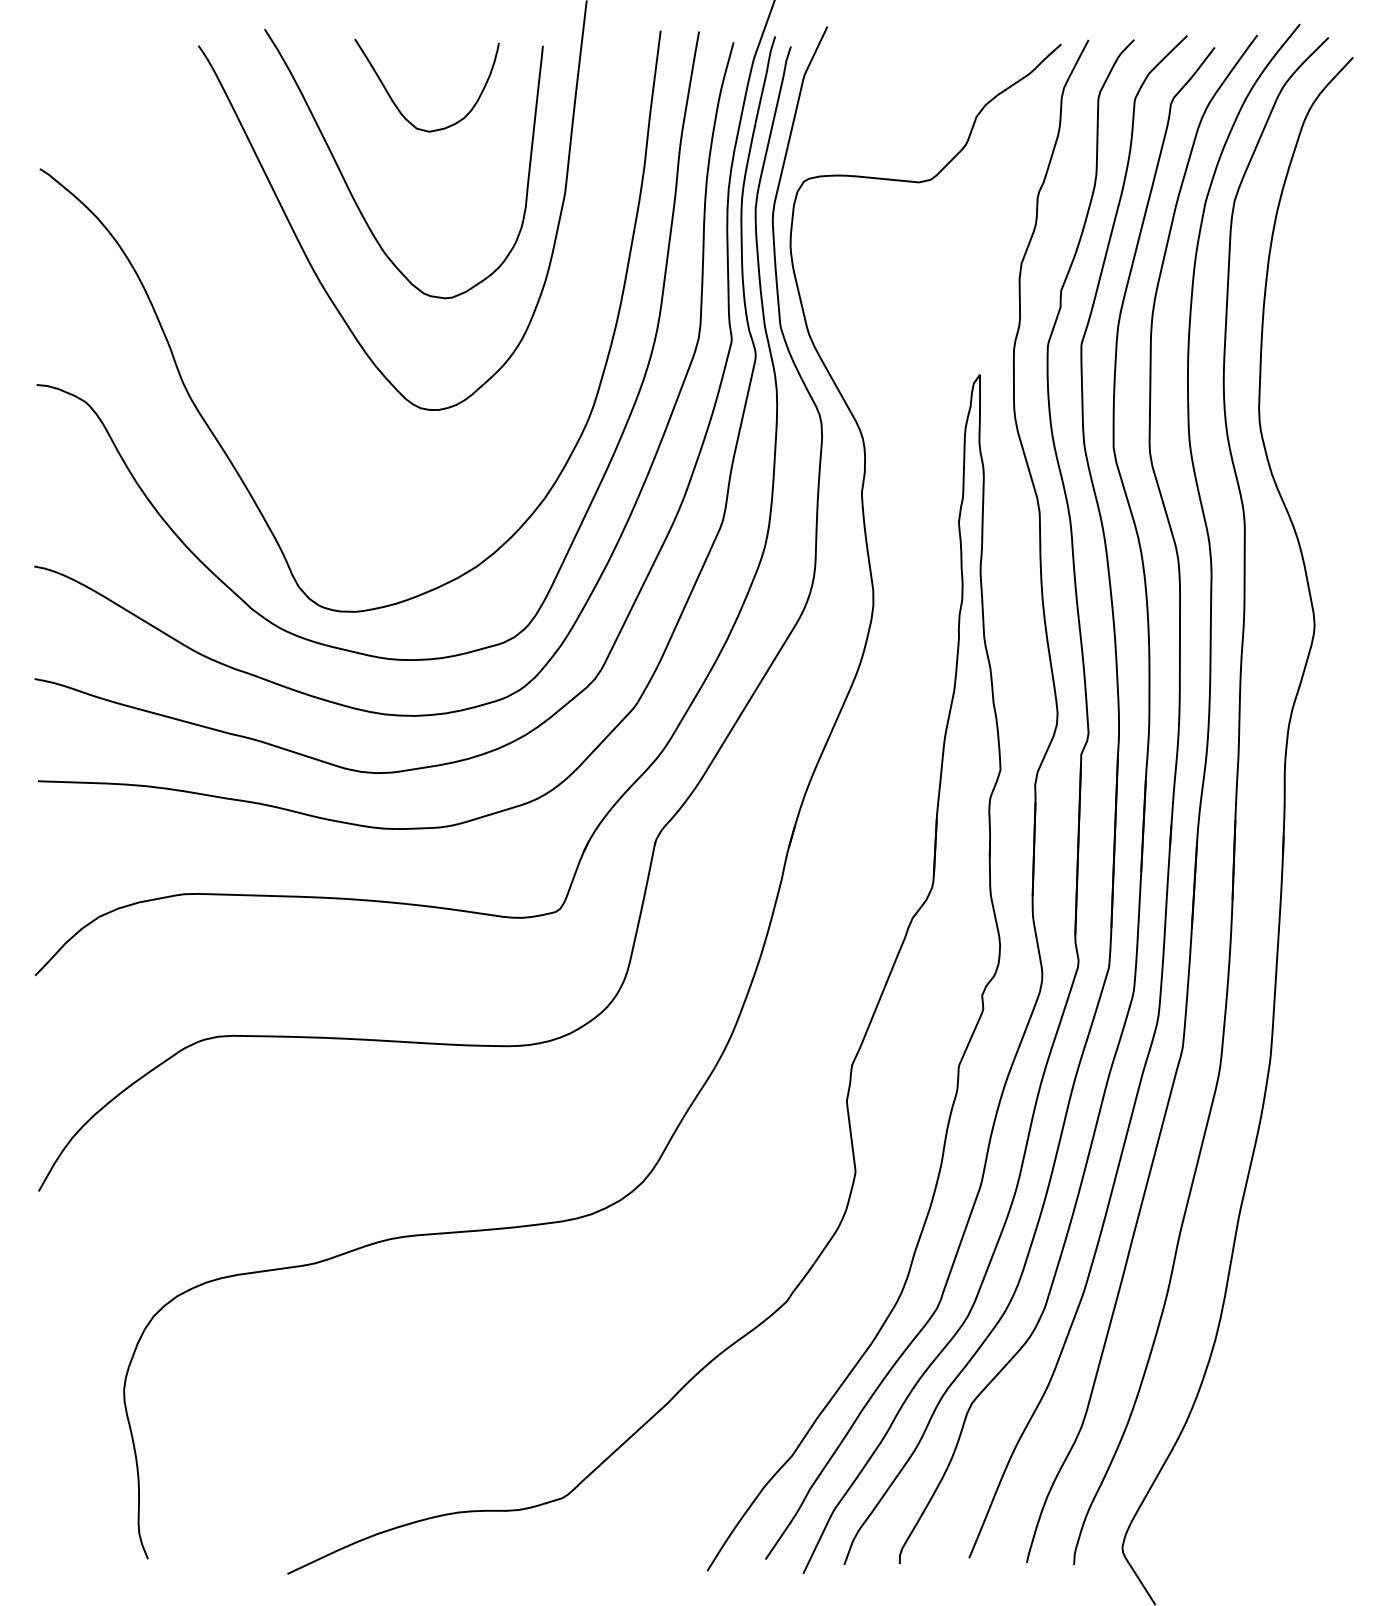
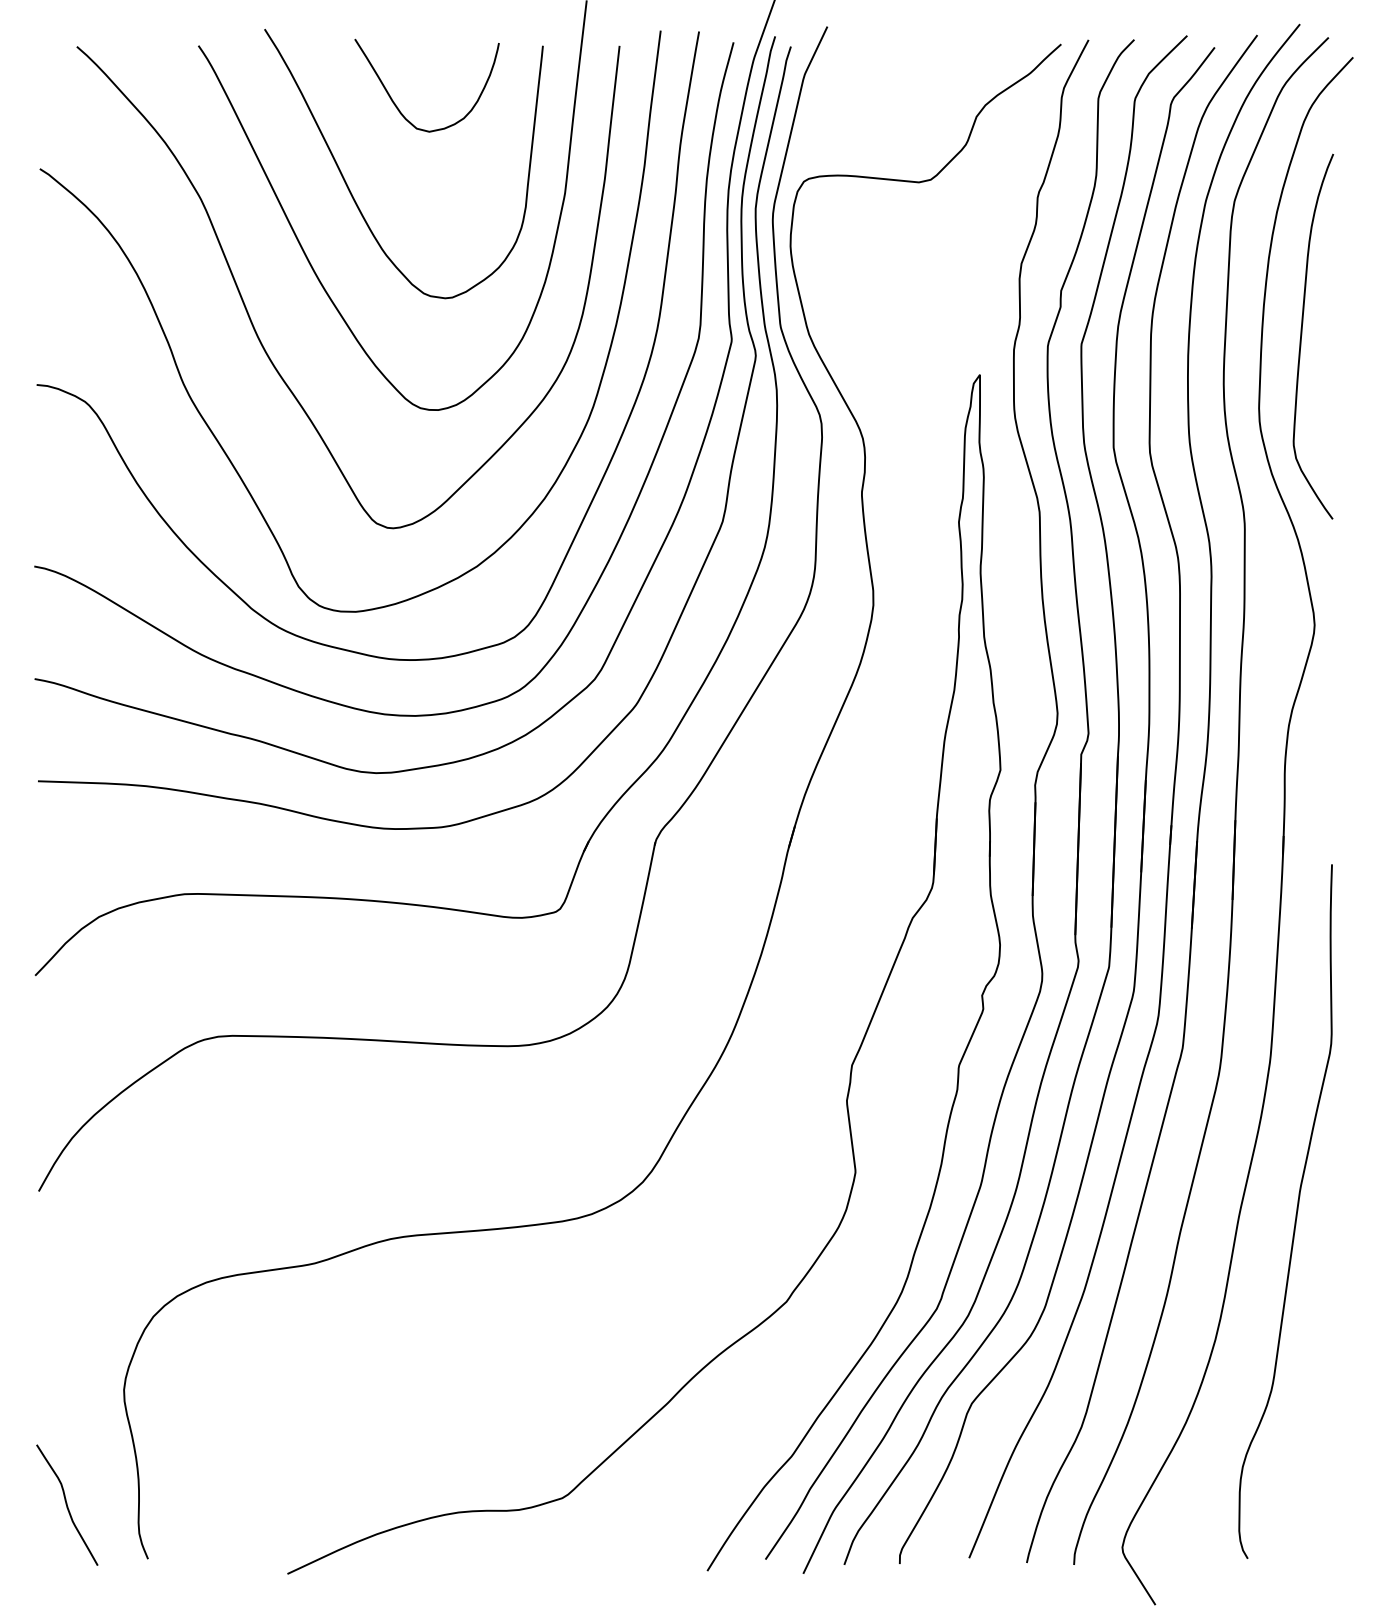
curve at (255, 328): none -> present
curve at (1302, 335): none -> present
curve at (1295, 1214): none -> present
curve at (67, 1504): none -> present
